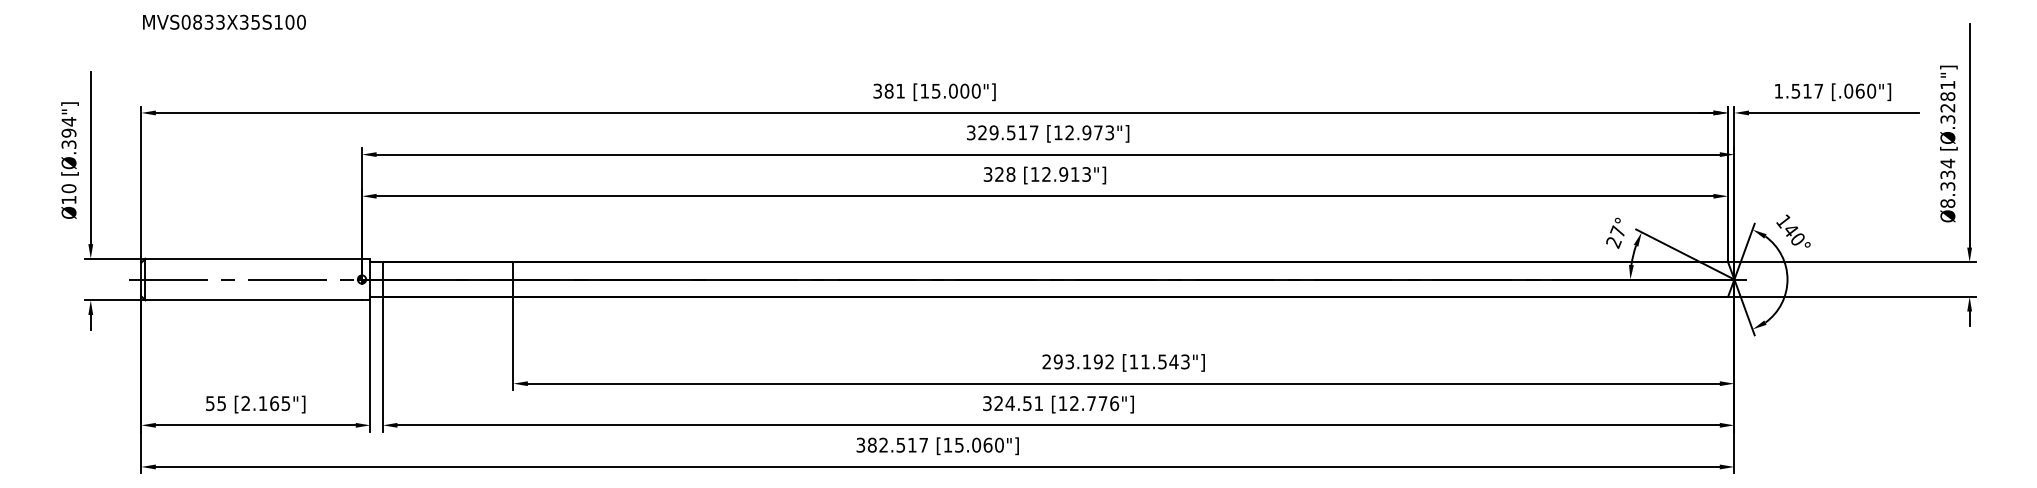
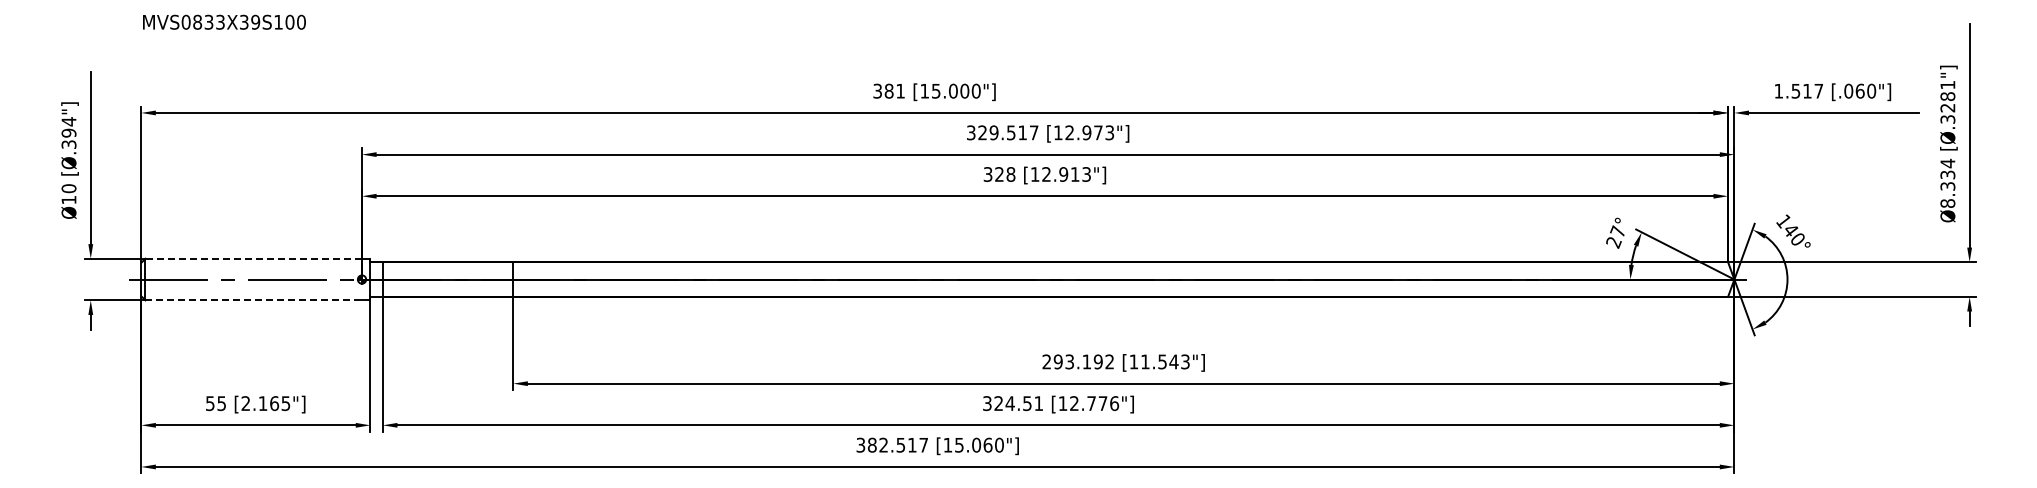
text at (255, 21): MVS0833X35S100 -> MVS0833X39S100
line at (253, 258): solid -> dashed
line at (254, 300): solid -> dashed
